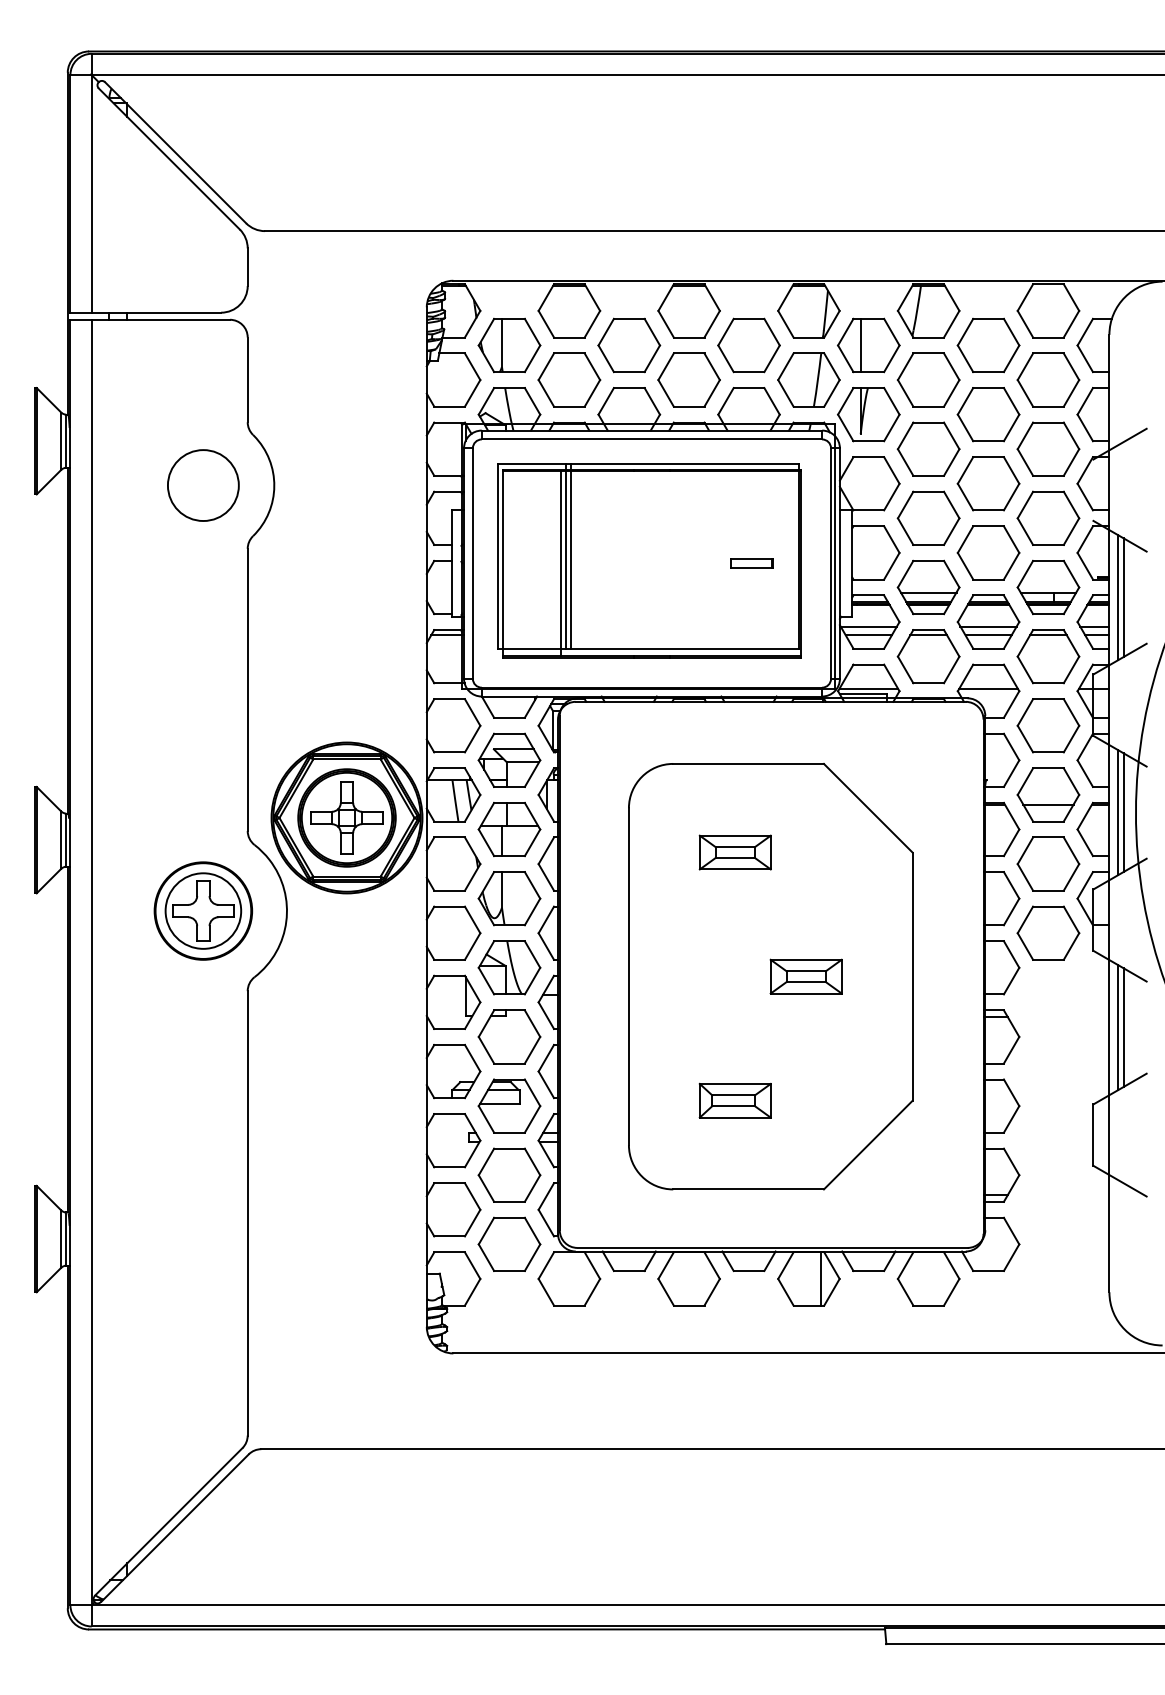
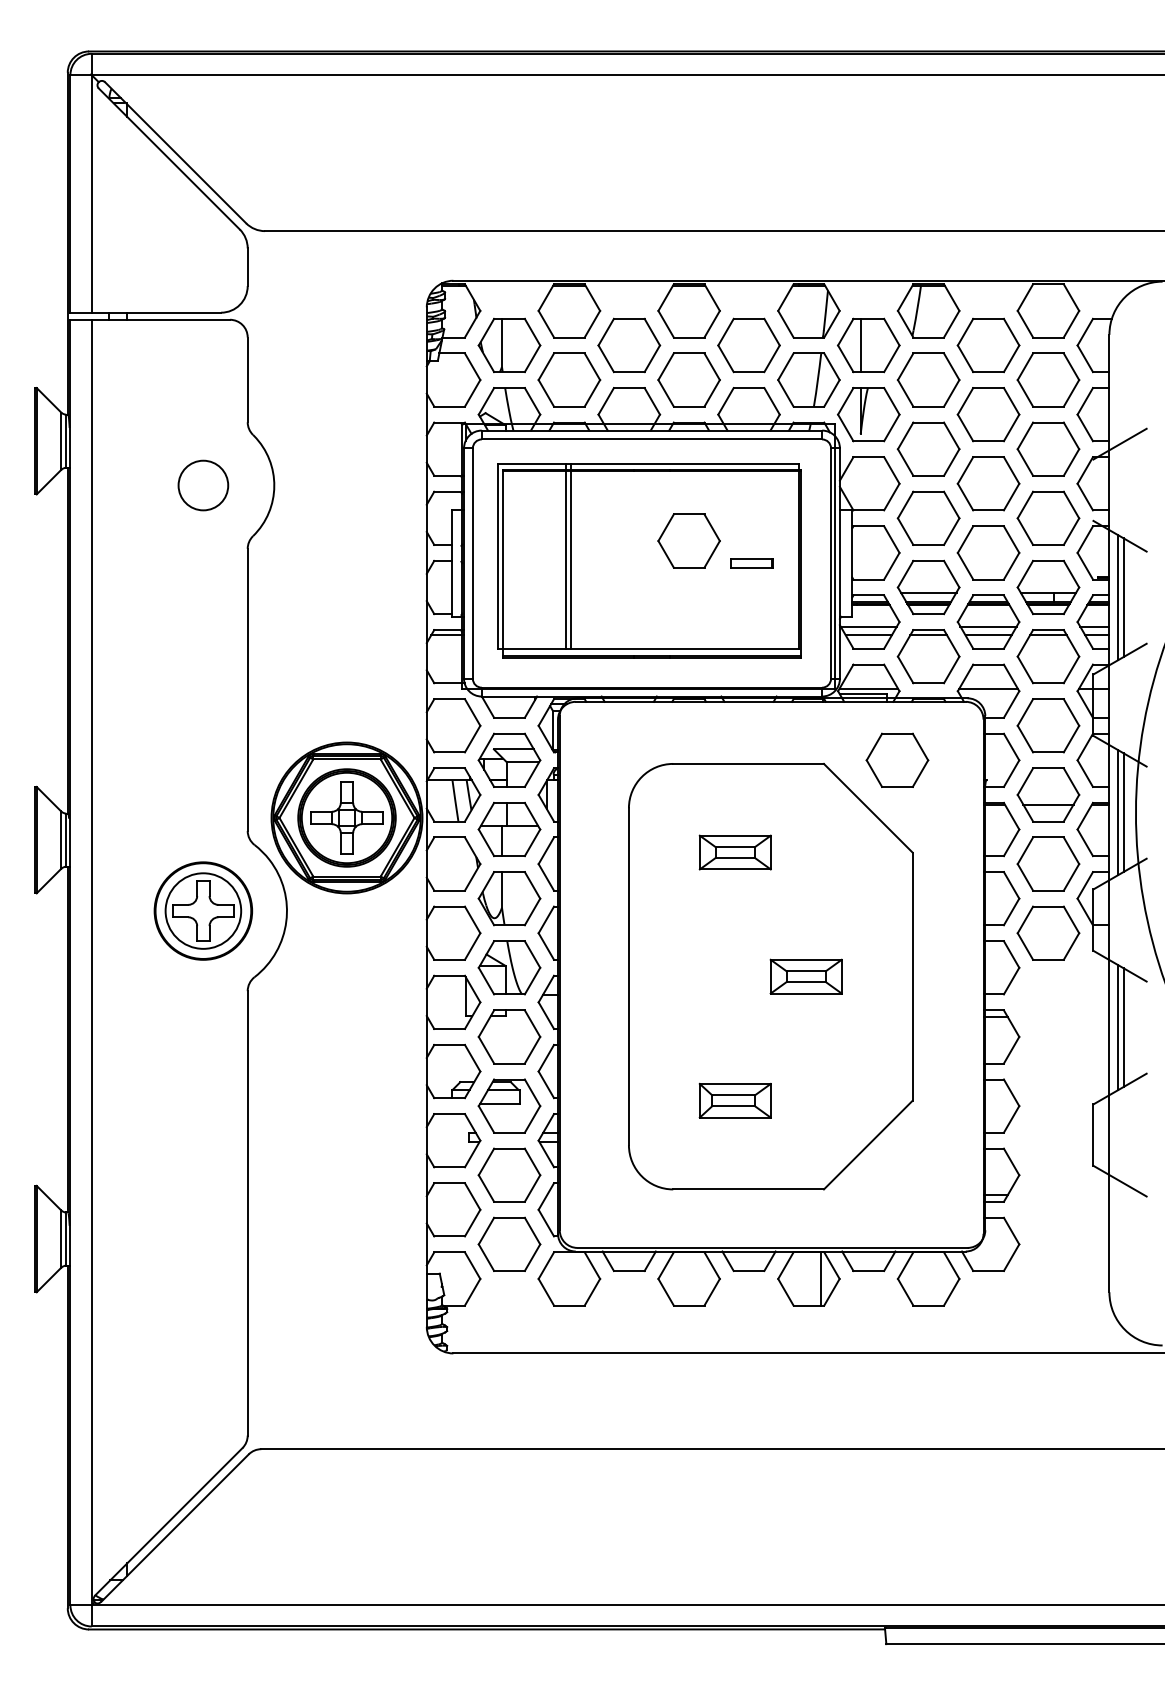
circle at (202, 485) diameter: 71 px -> 50 px
part at (688, 540): none -> present
line at (561, 563): present -> none
part at (897, 759): none -> present
